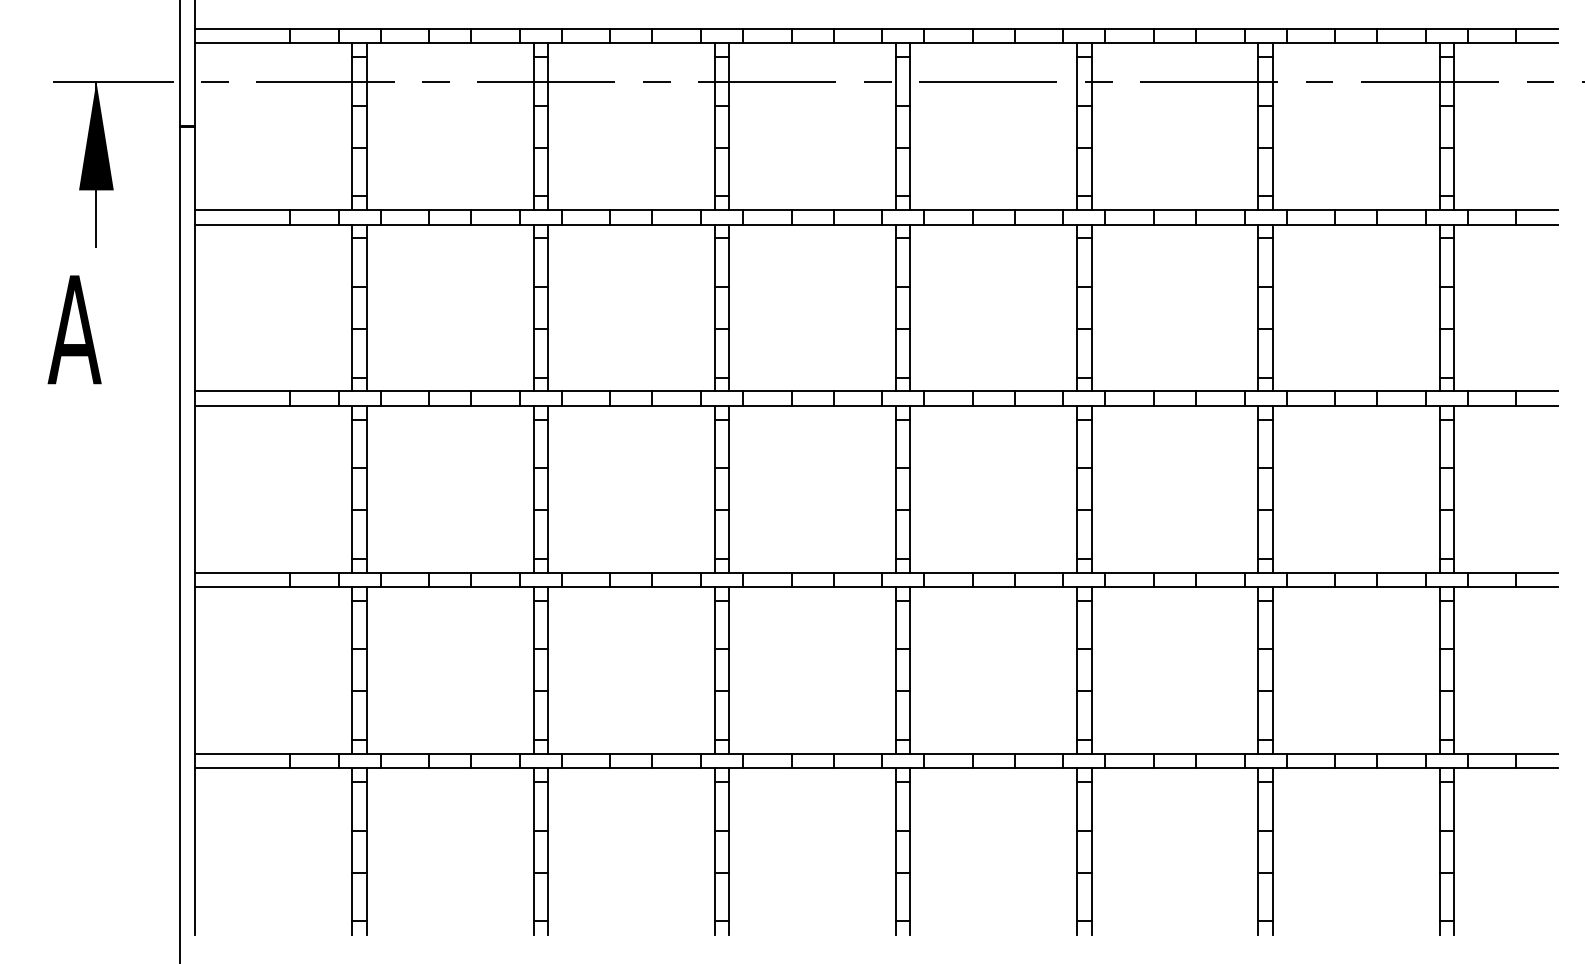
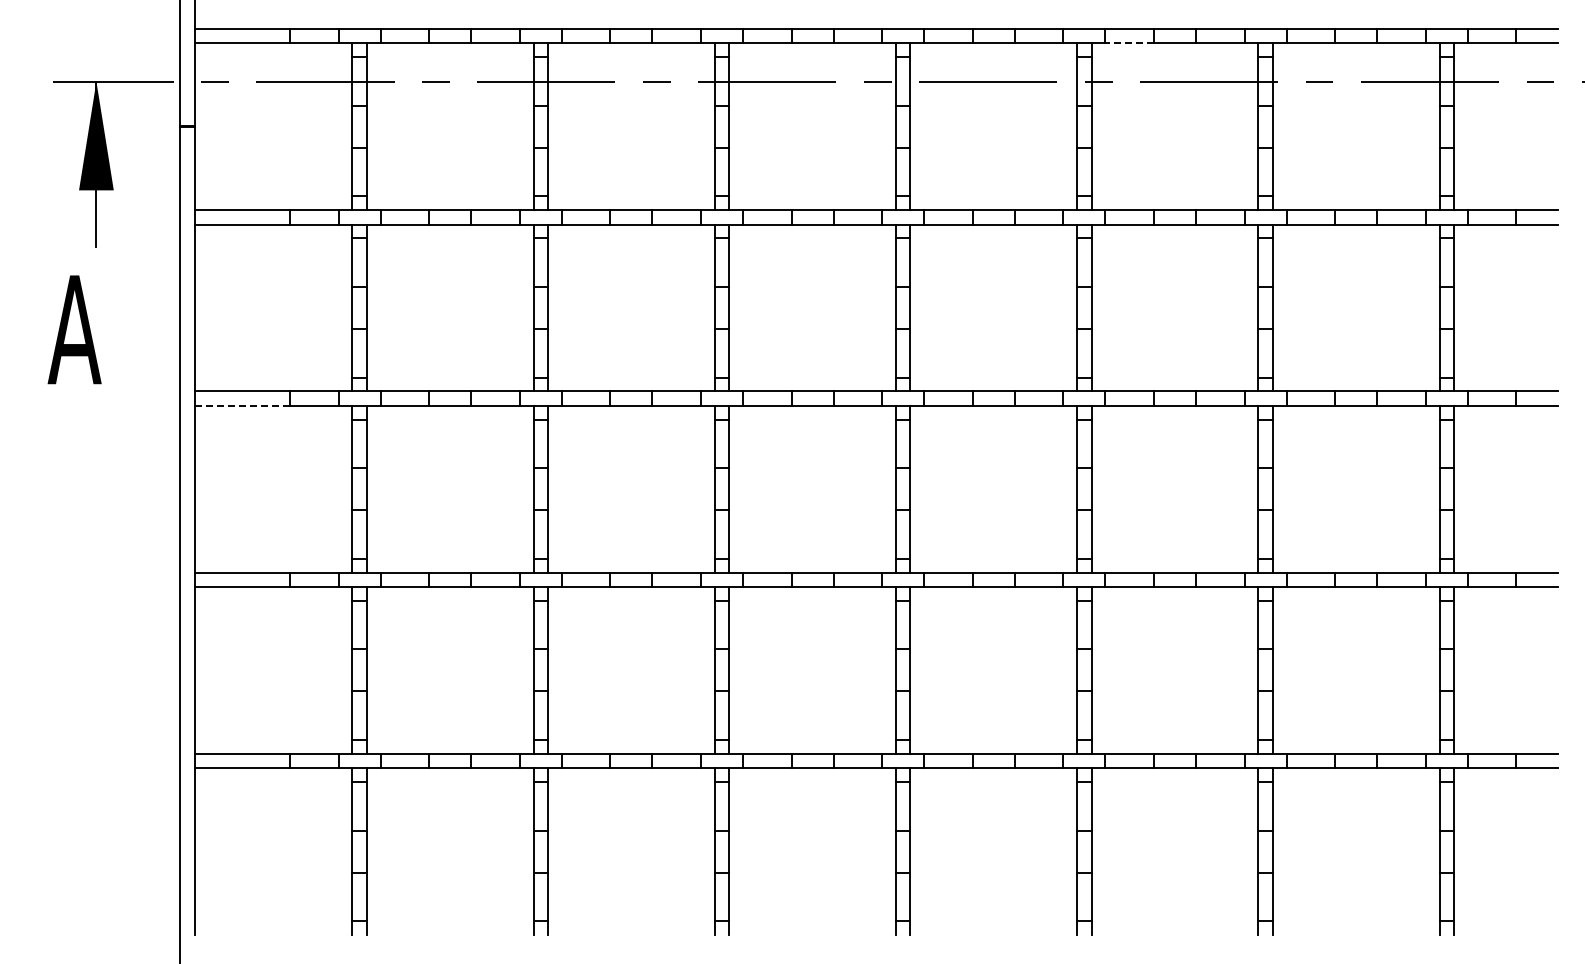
line at (1129, 43): solid -> dashed
line at (242, 405): solid -> dashed
